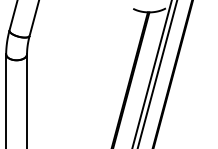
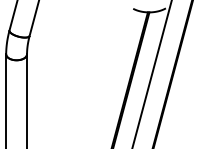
line at (157, 73): present -> none
